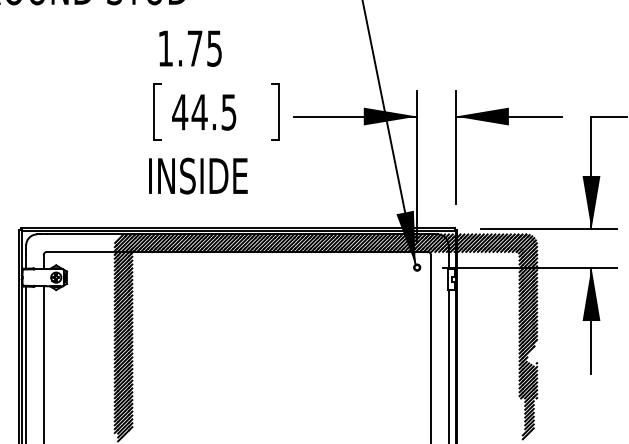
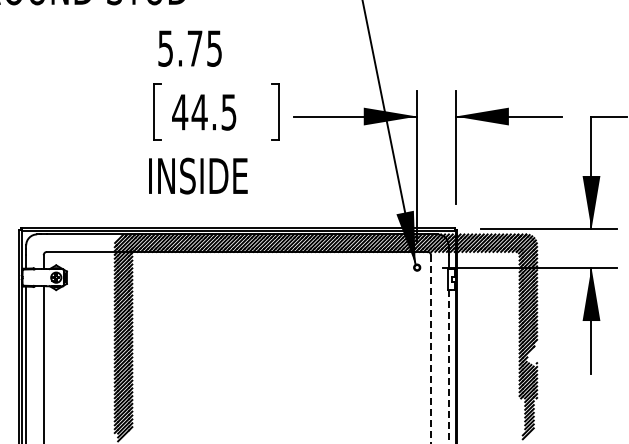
text at (165, 48): 1.75 -> 5.75
line at (430, 350): solid -> dashed
line at (448, 366): solid -> dashed
